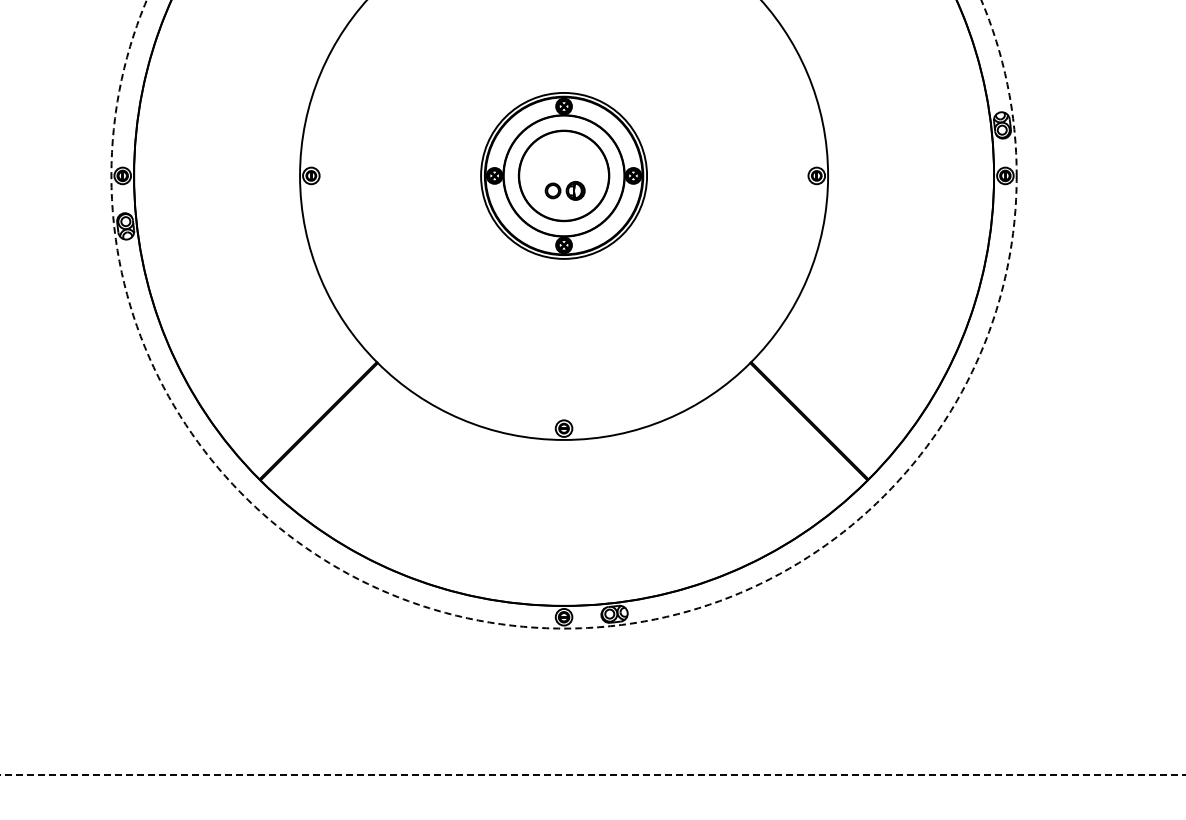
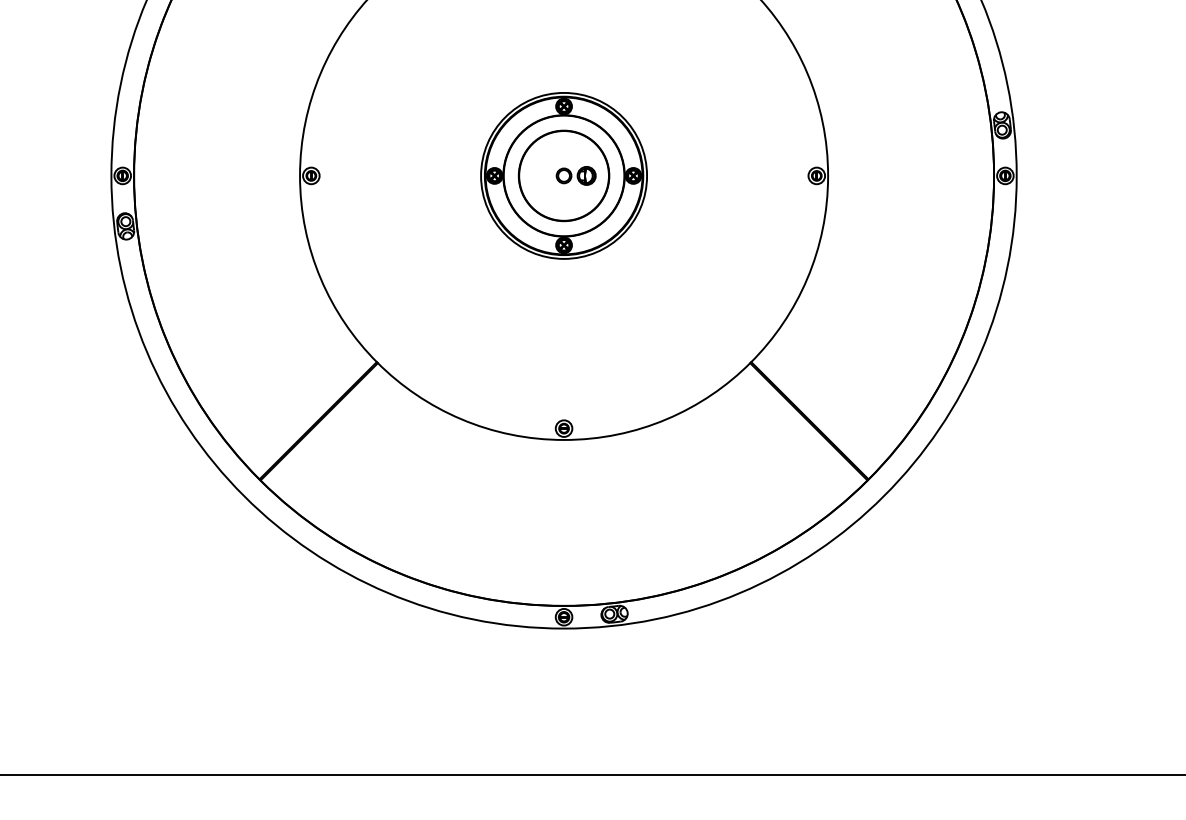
part at (564, 190) position: (564, 190) -> (575, 175)
circle at (563, 314): dashed -> solid
line at (592, 774): dashed -> solid
